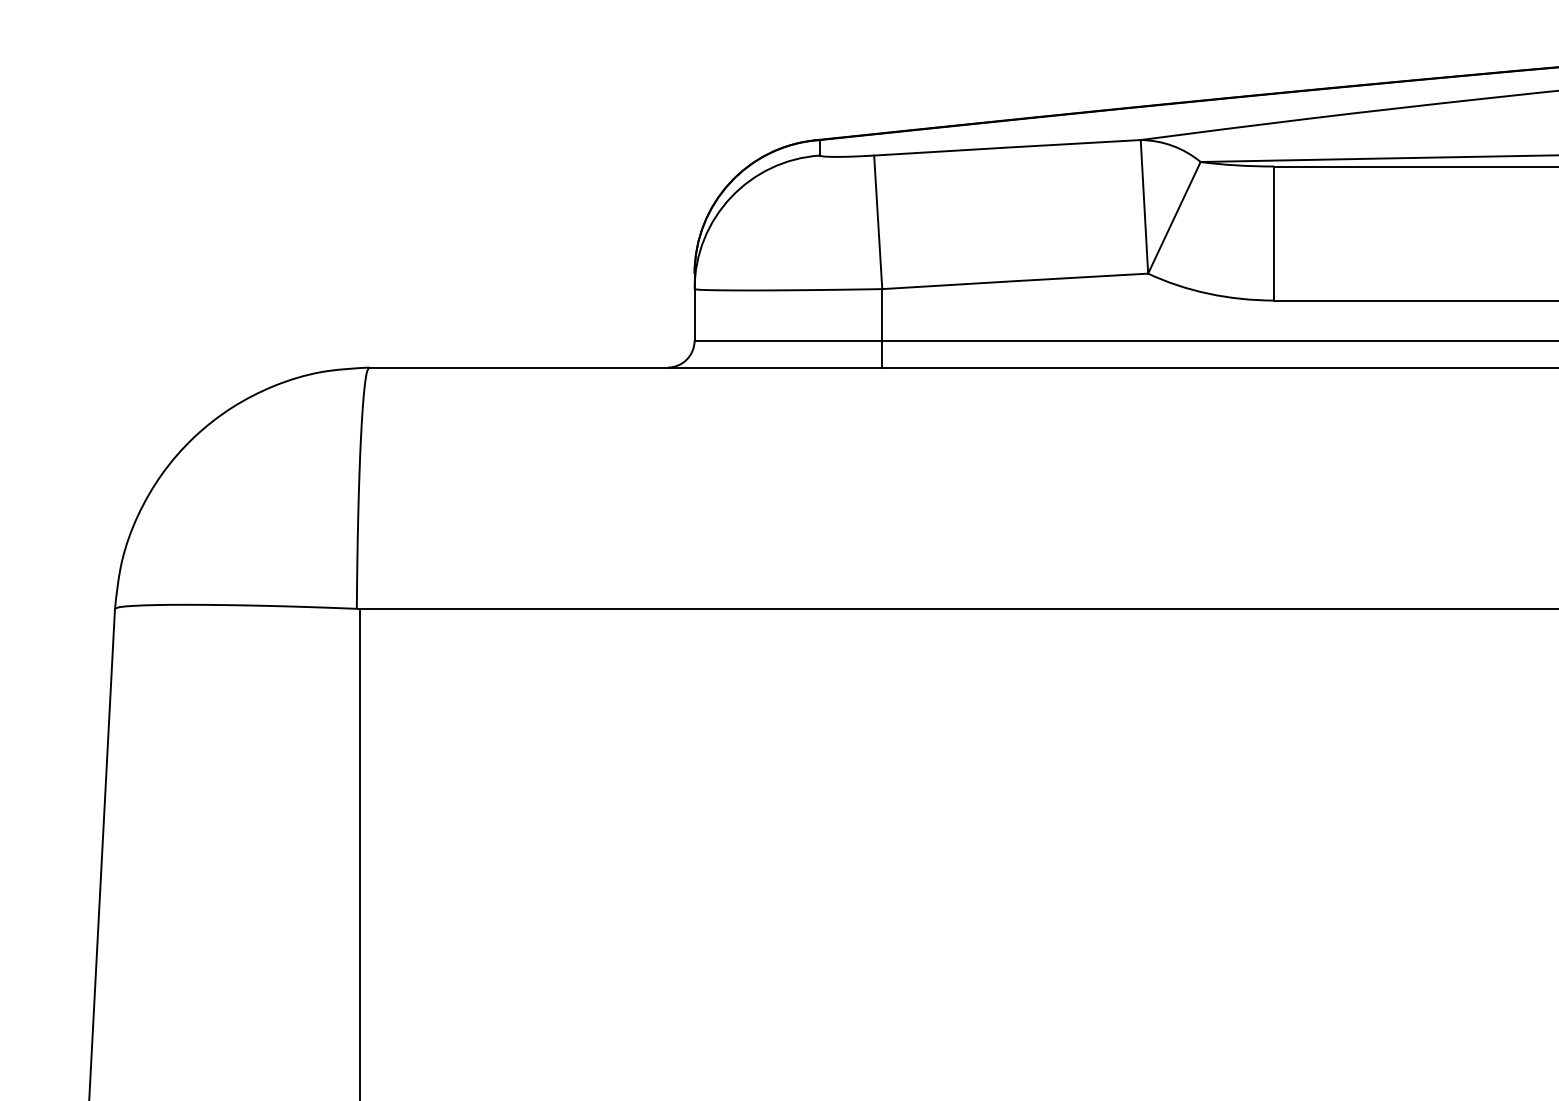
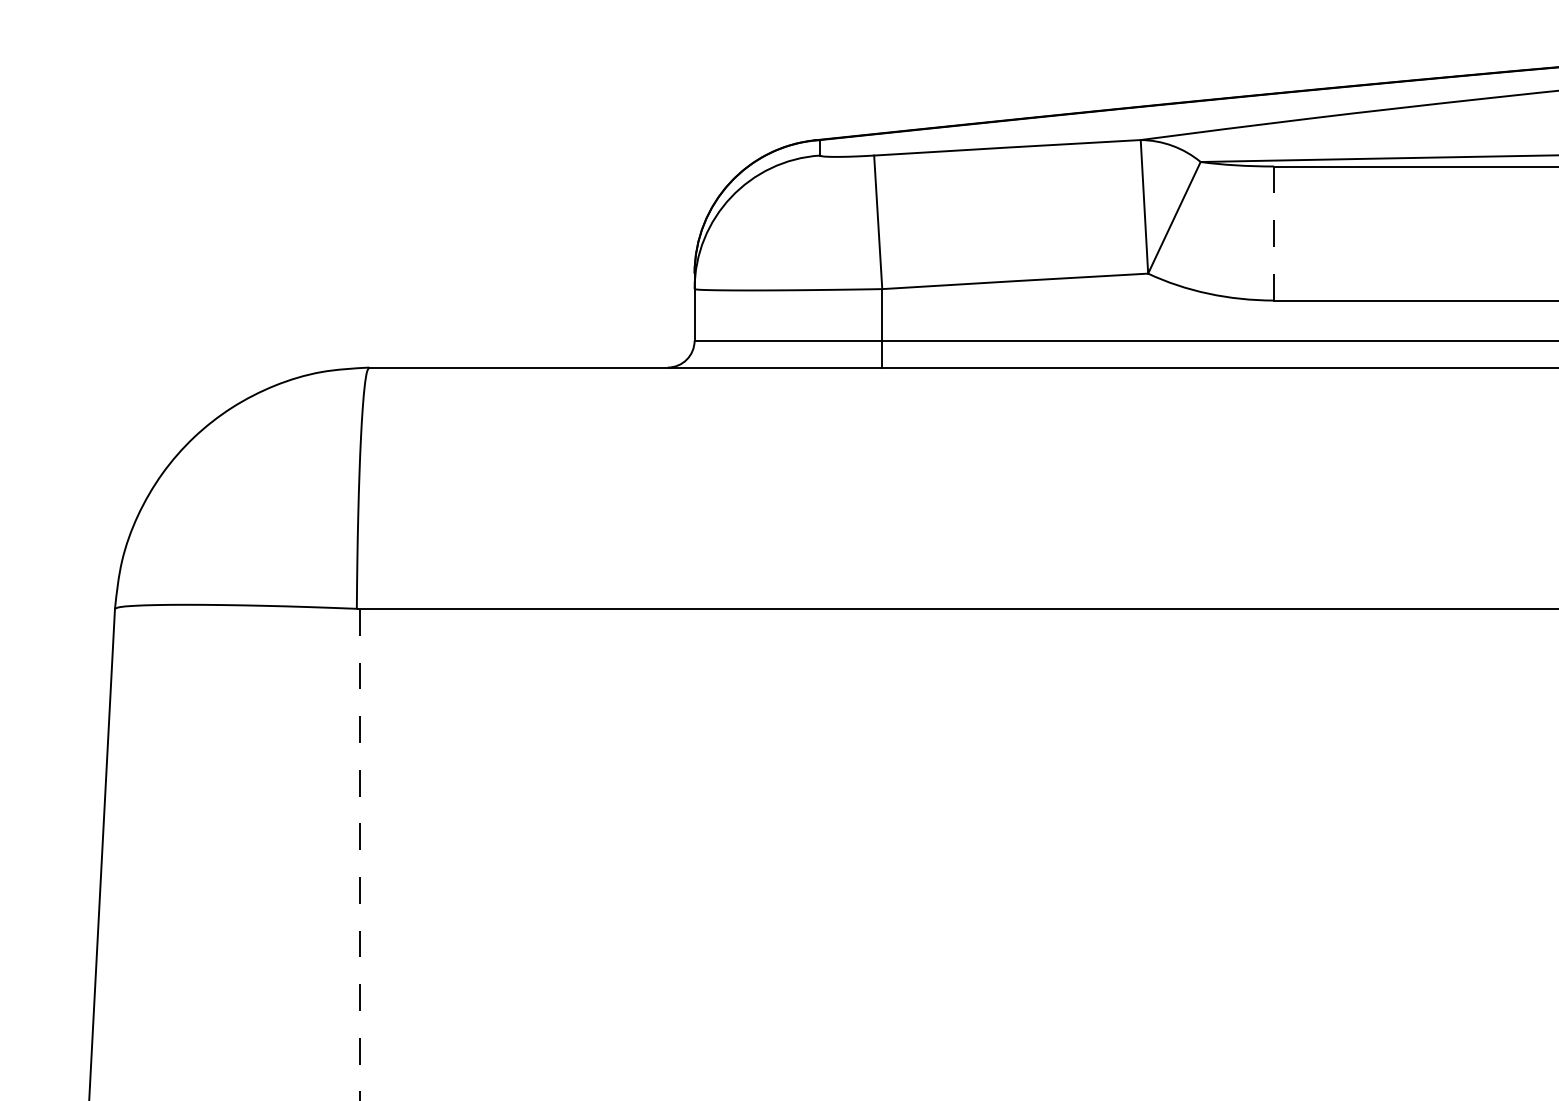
line at (1274, 233): solid -> dashed
line at (359, 854): solid -> dashed
